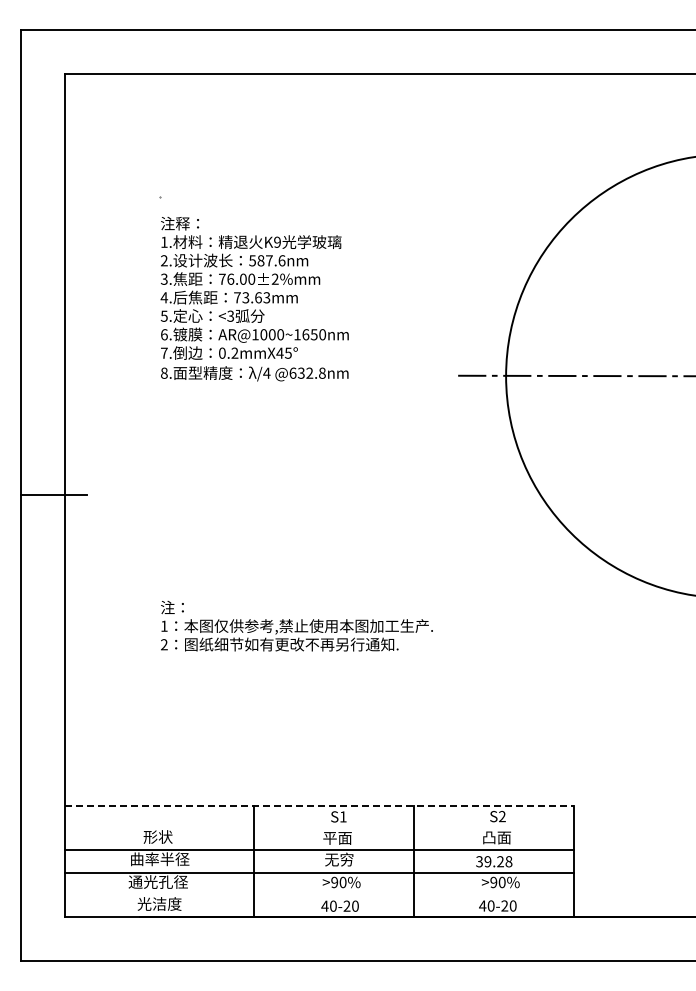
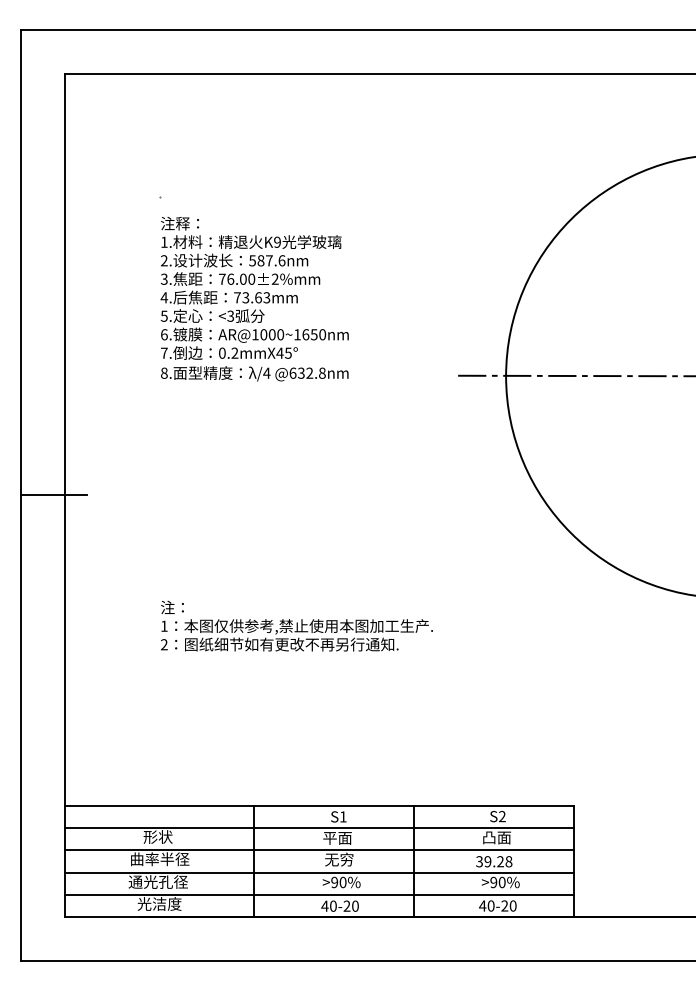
line at (319, 806): dashed -> solid
line at (319, 828): none -> present
line at (319, 894): none -> present
